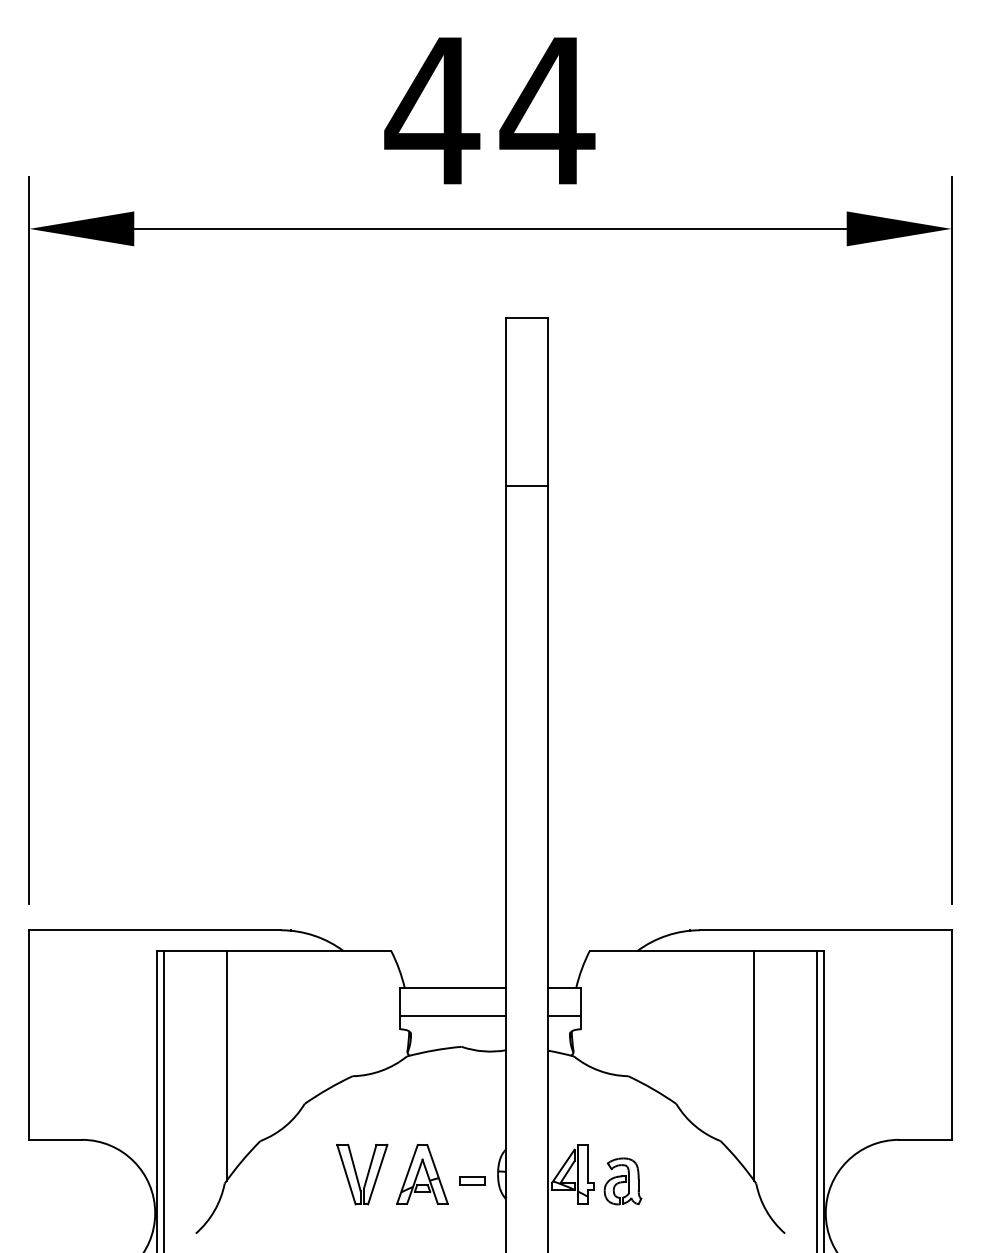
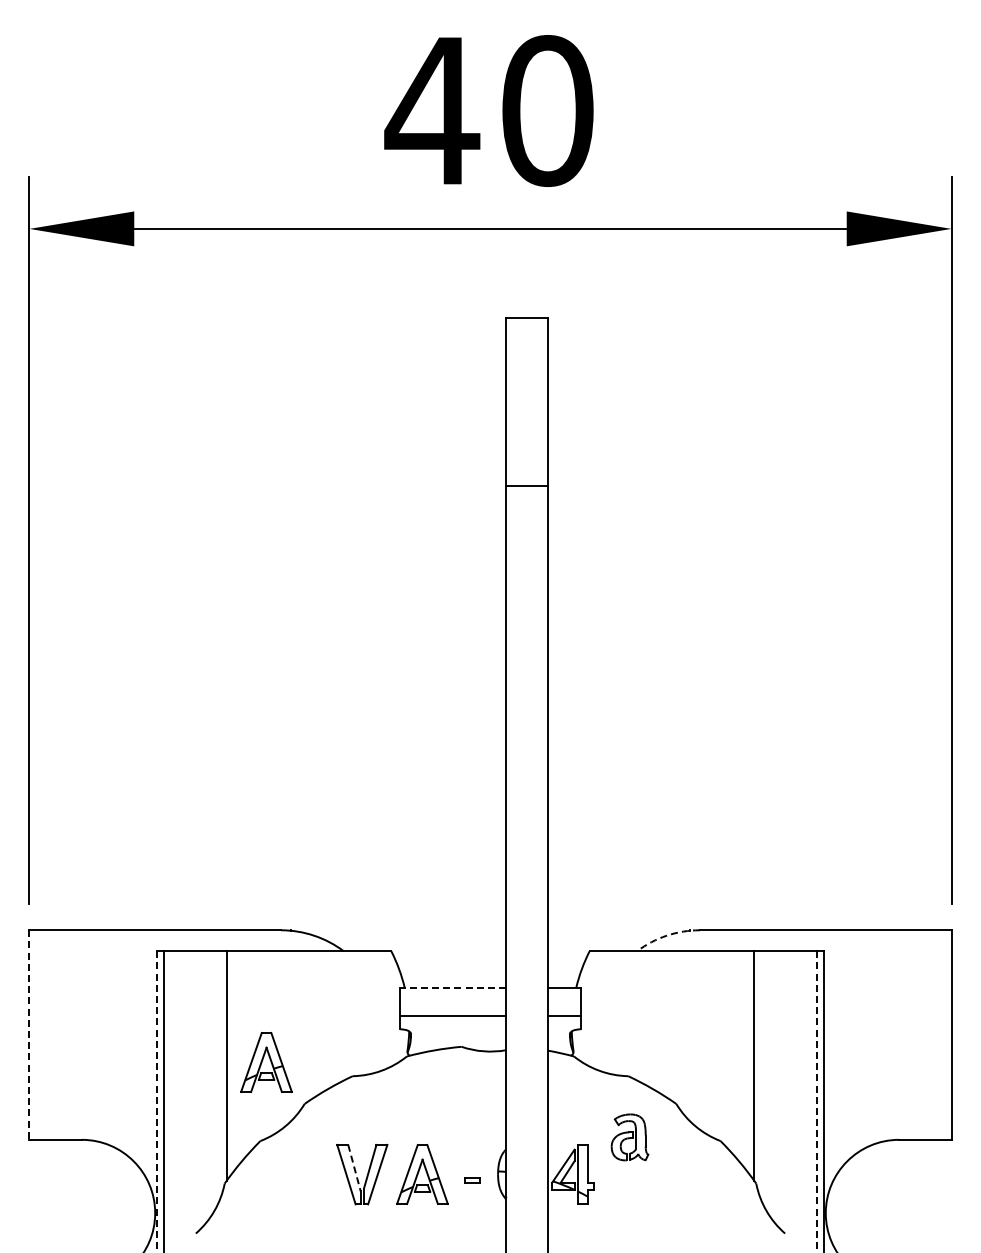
text at (547, 111): 44 -> 40
arc at (666, 935): solid -> dashed
line at (453, 987): solid -> dashed
line at (29, 1035): solid -> dashed
part at (266, 1062): none -> present
line at (157, 1102): solid -> dashed
line at (816, 1102): solid -> dashed
line at (354, 1168): solid -> dashed
part at (472, 1180) size: 27x10 px -> 17x7 px
part at (622, 1181) position: (622, 1181) -> (629, 1137)
